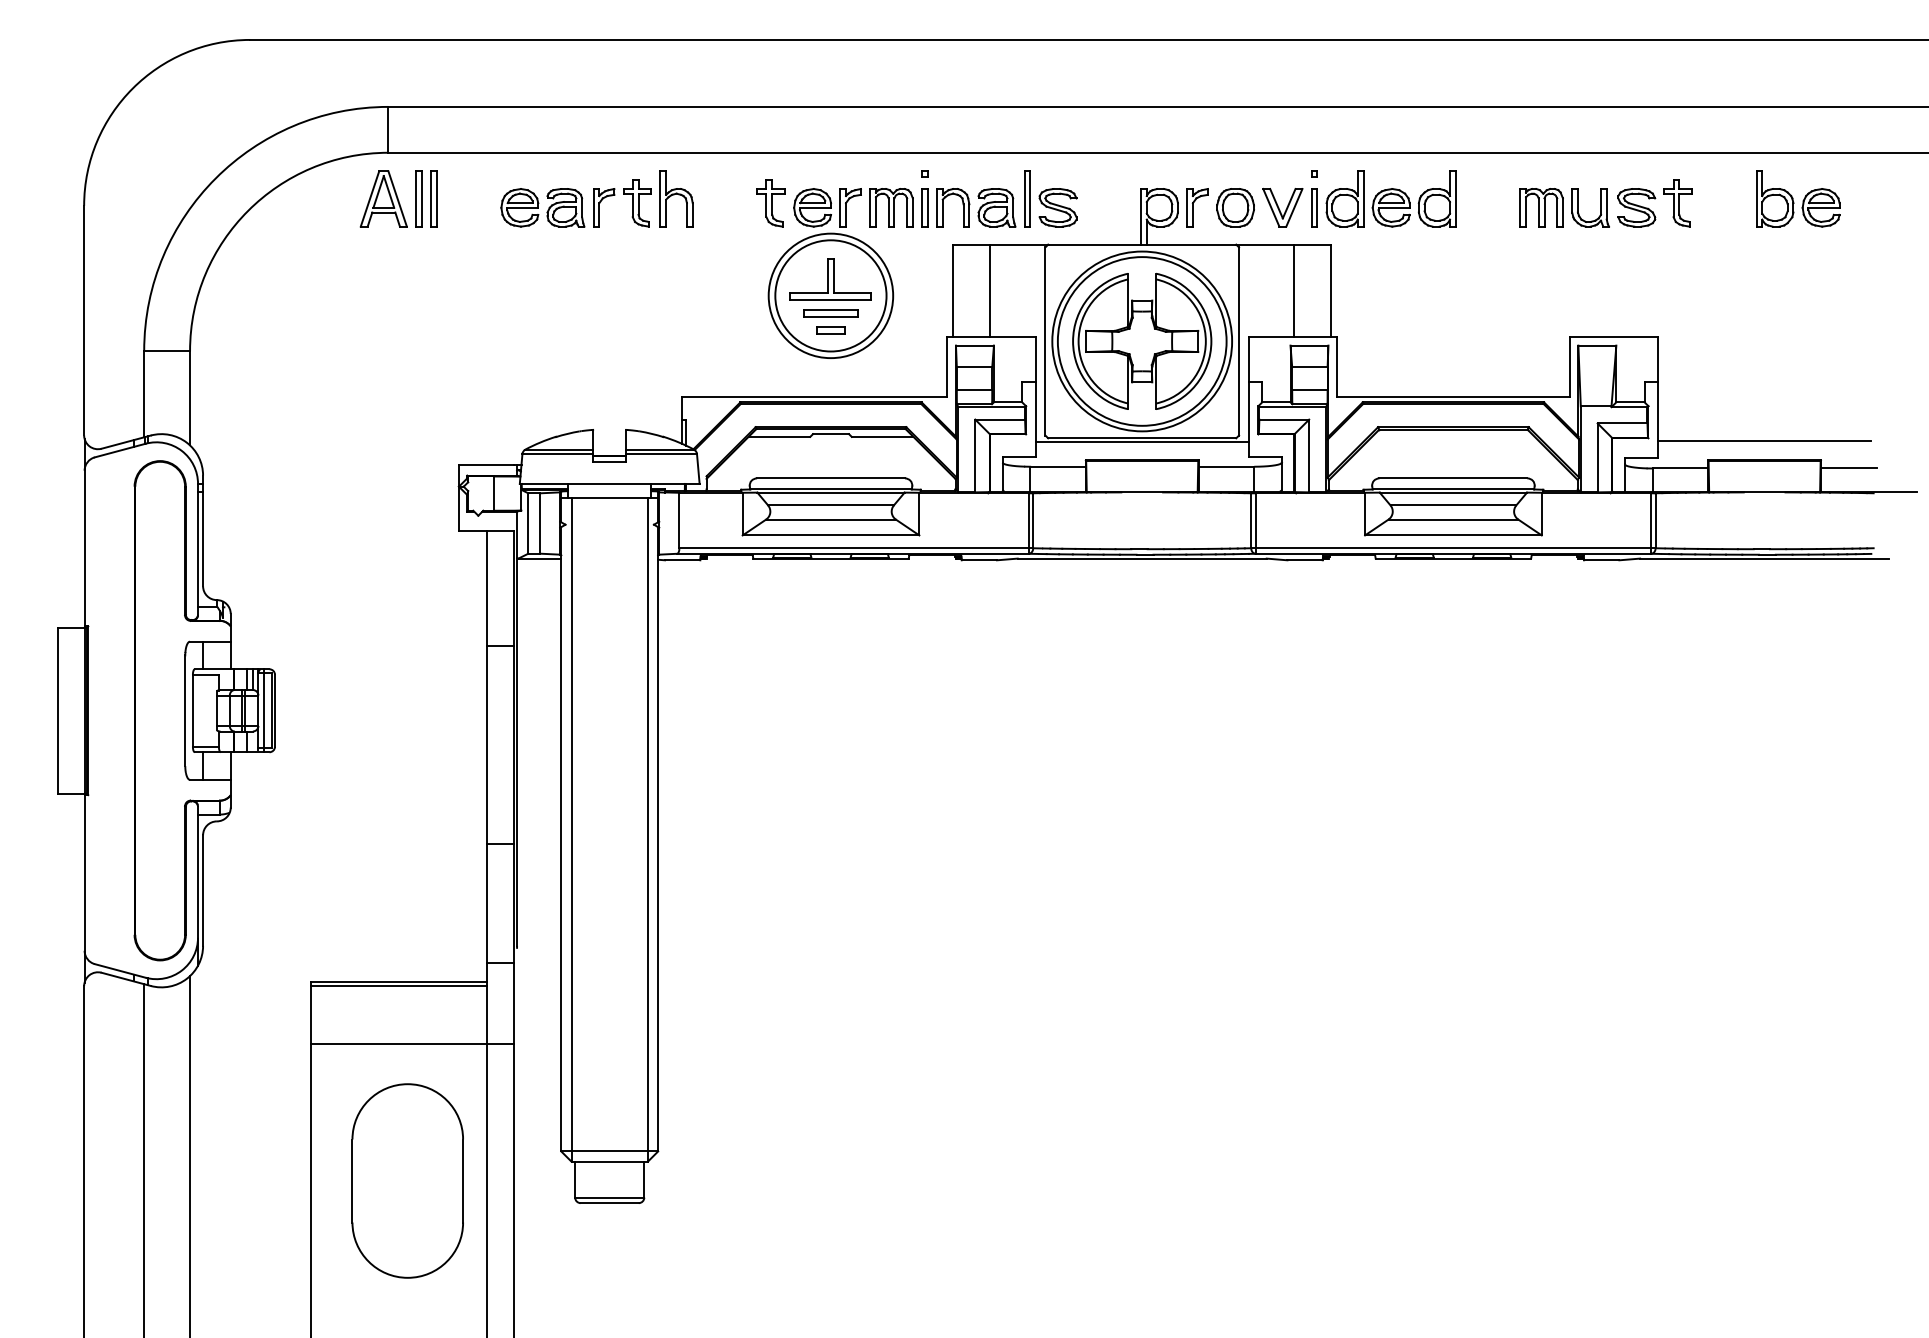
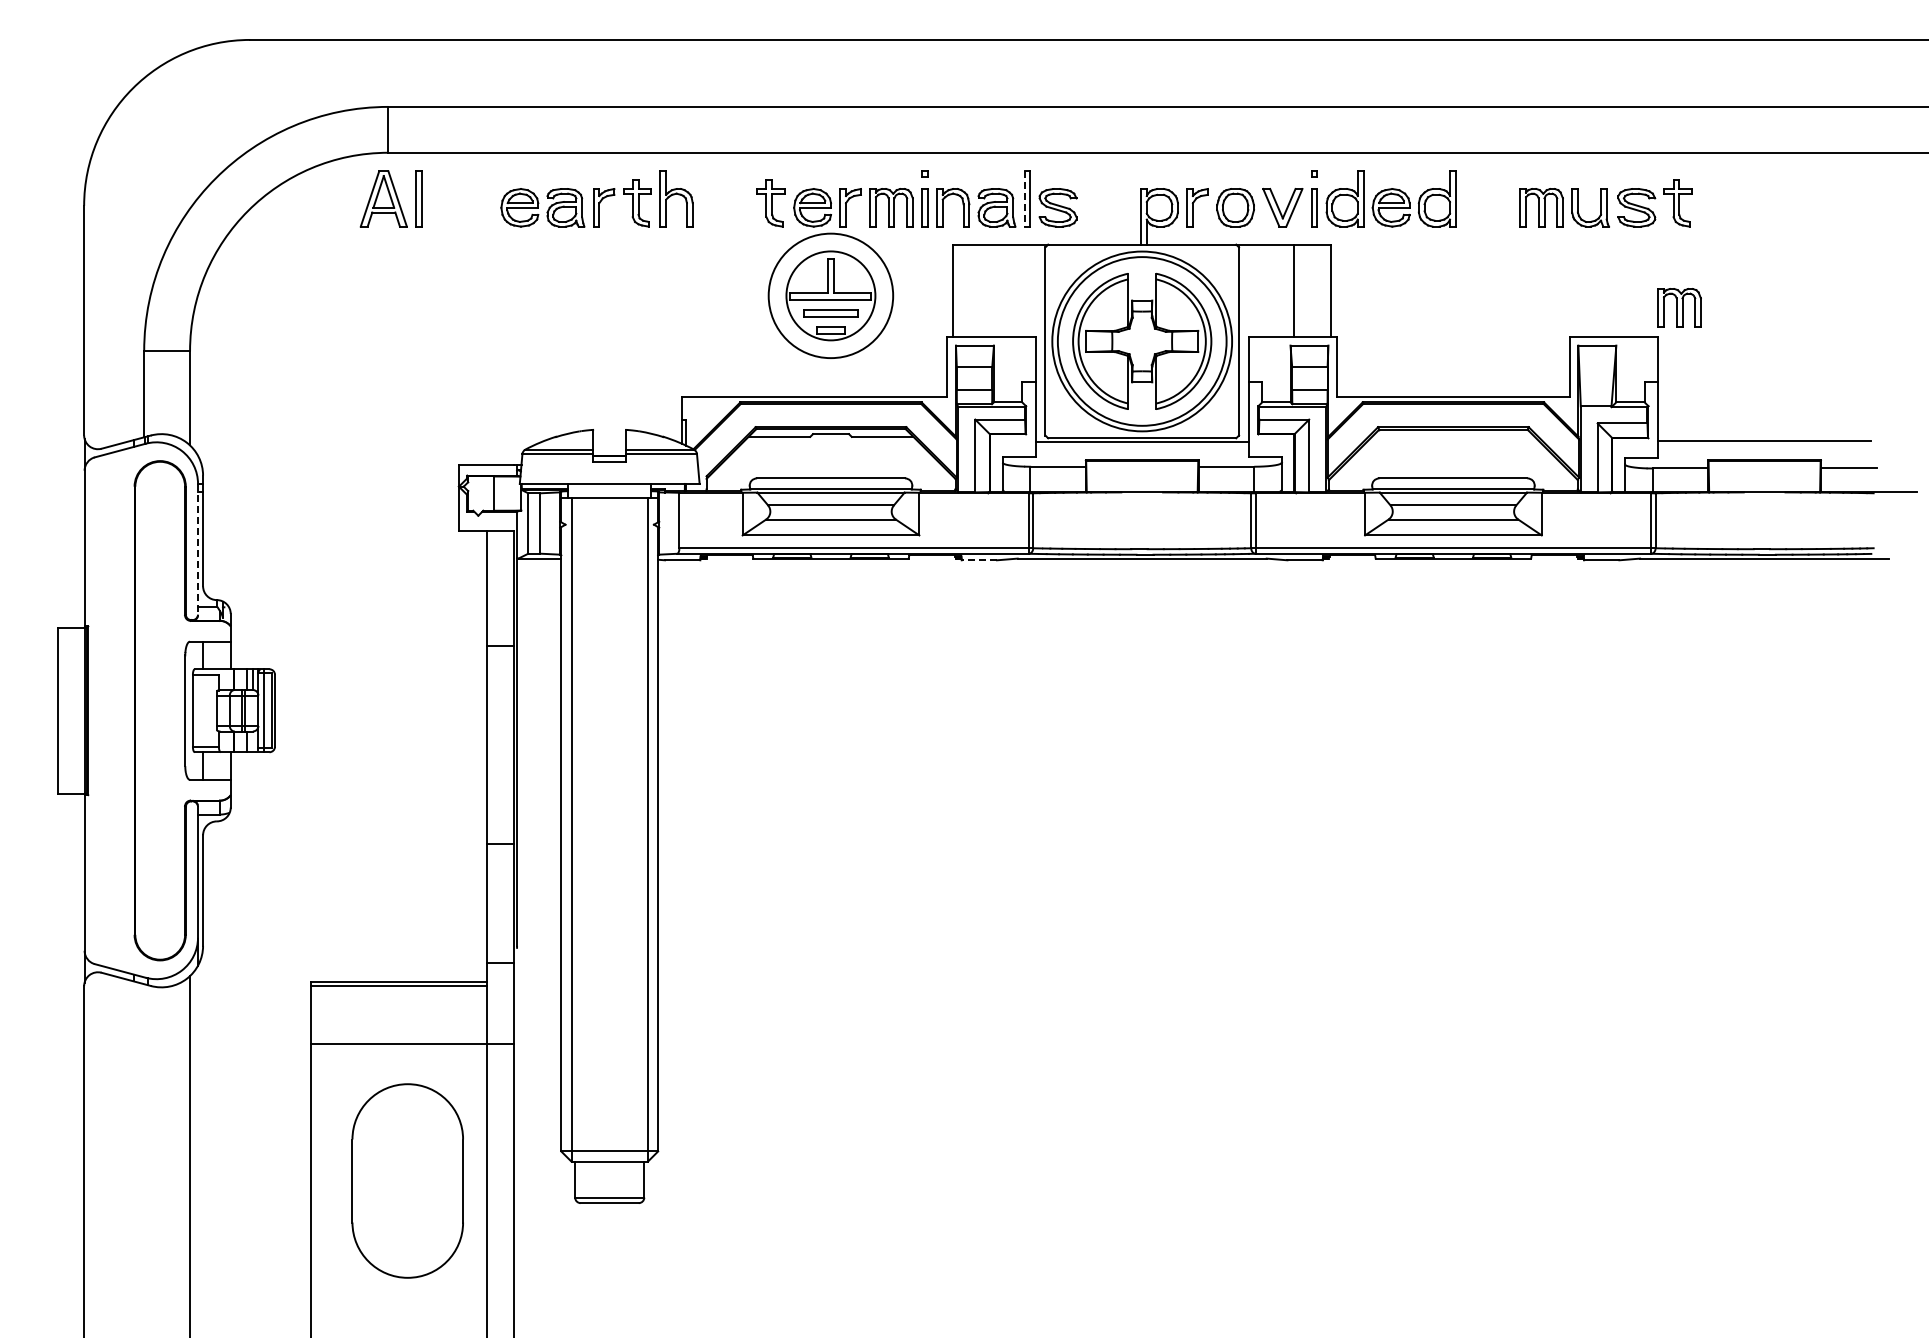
part at (433, 198): present -> none
part at (1798, 198): present -> none
line at (1024, 199): solid -> dashed
line at (990, 290): present -> none
circle at (830, 295) diameter: 111 px -> 89 px
part at (1679, 307): none -> present
line at (198, 549): solid -> dashed
line at (979, 560): solid -> dashed
line at (144, 1159): present -> none
